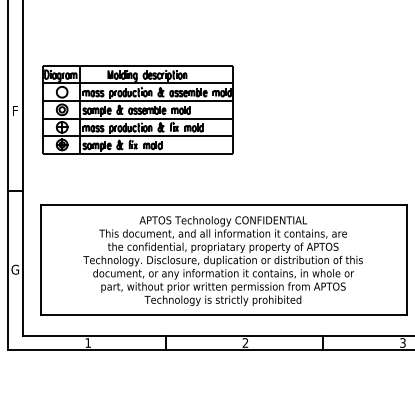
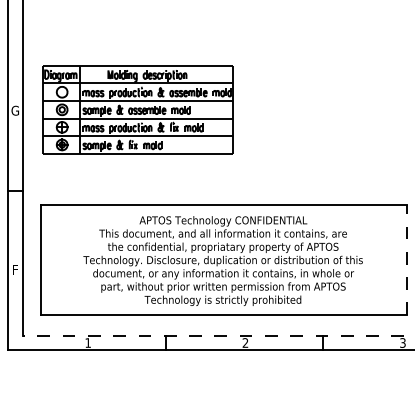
text at (15, 110): F -> G
line at (406, 259): solid -> dashed
text at (15, 269): G -> F
line at (218, 335): solid -> dashed
